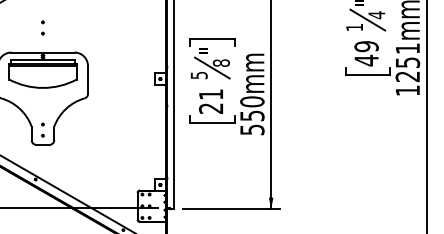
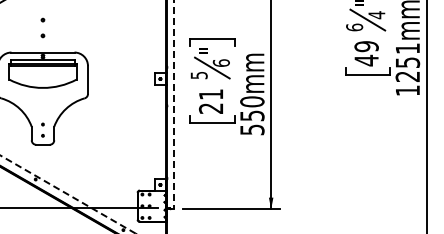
part at (42, 27) size: 4x16 px -> 6x22 px
text at (354, 27): 1 -> 6
text at (220, 62): 8 -> 6
line at (174, 105): solid -> dashed
line at (67, 194): solid -> dashed
